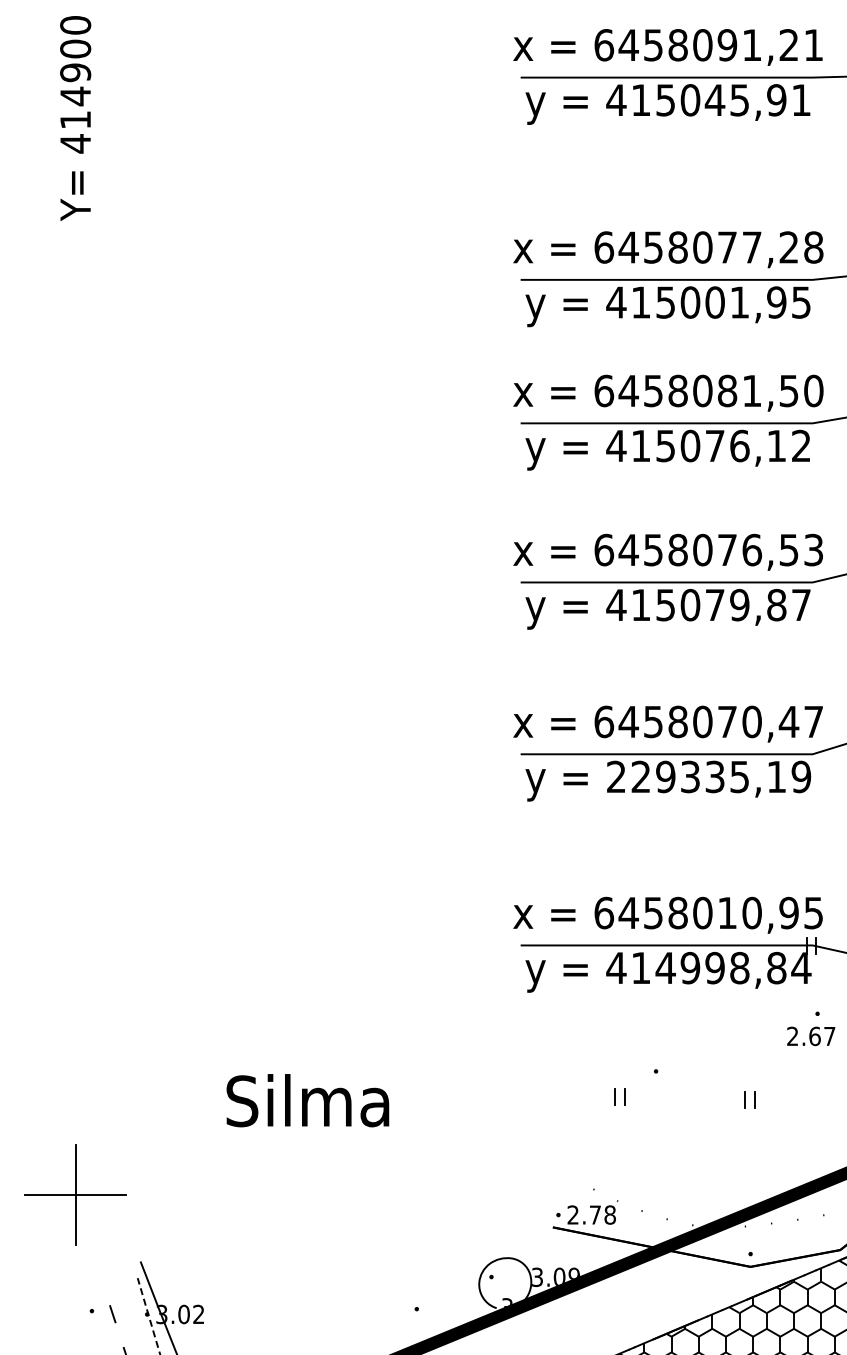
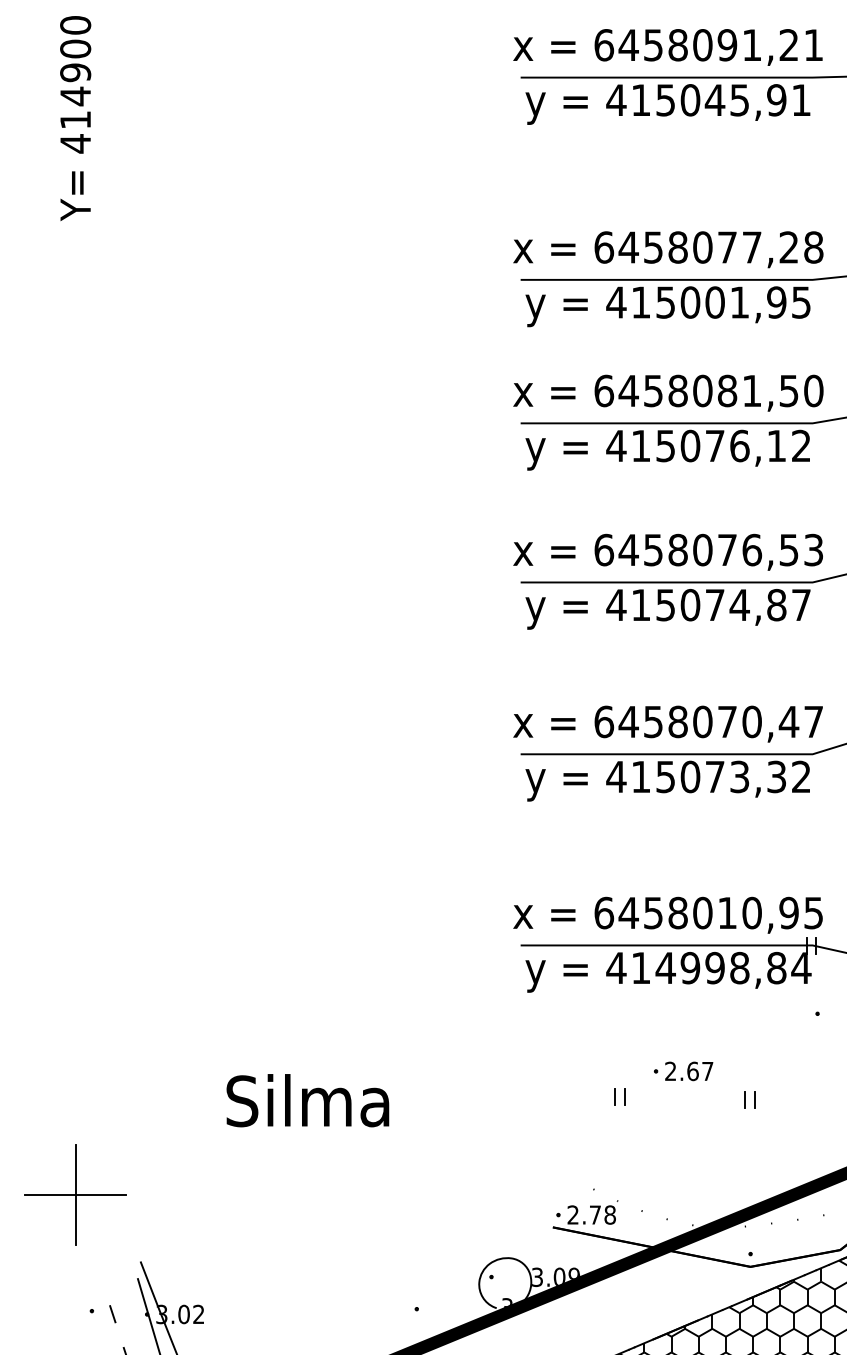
text at (739, 604): 415079,87 -> 415074,87
text at (708, 776): 229335,19 -> 415073,32
text at (811, 1036) position: (811, 1036) -> (689, 1071)
line at (148, 1316): dashed -> solid
